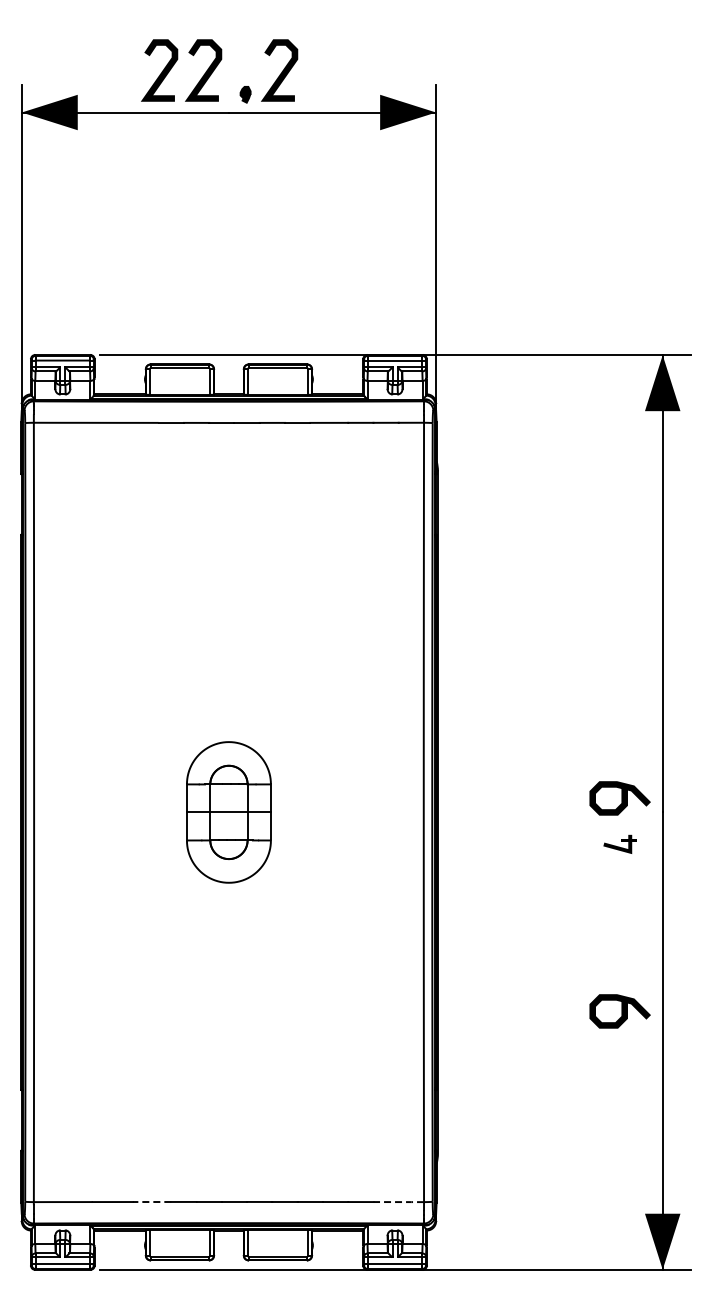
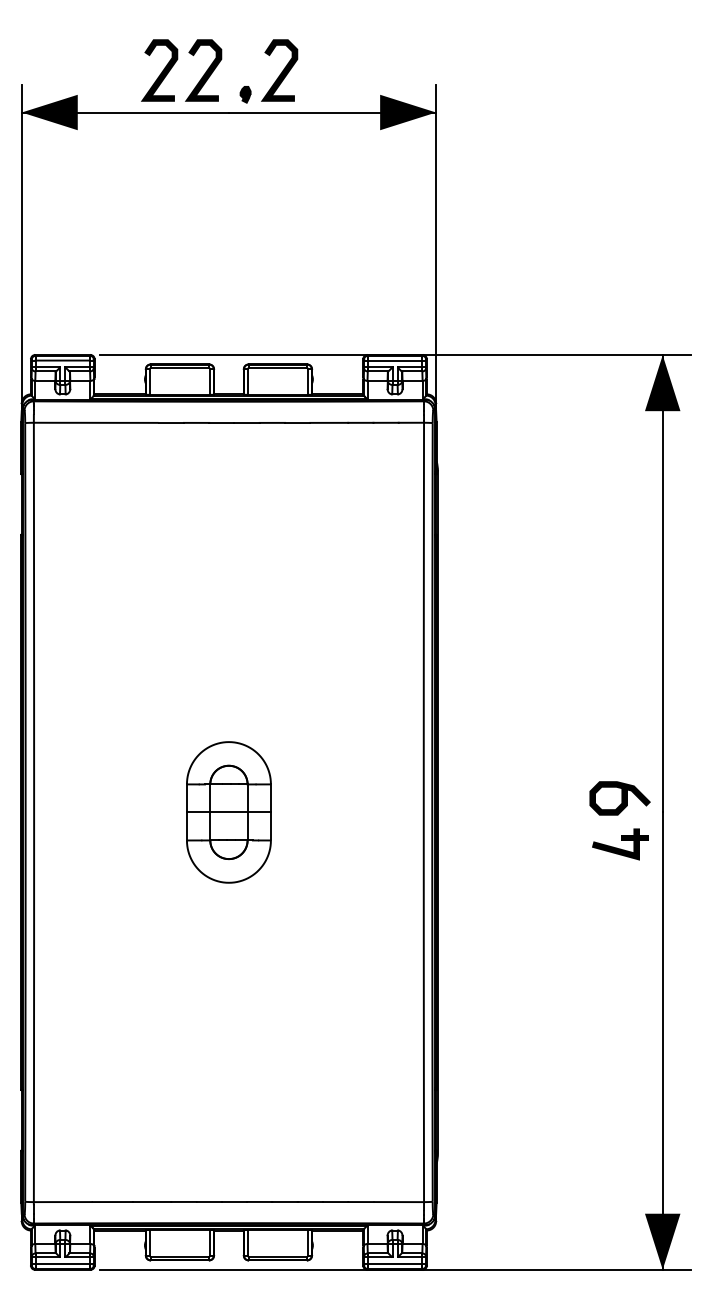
part at (619, 843) size: 34x20 px -> 57x33 px
curve at (621, 1011): present -> none
line at (151, 1202): dashed -> solid
line at (399, 1202): dashed -> solid
